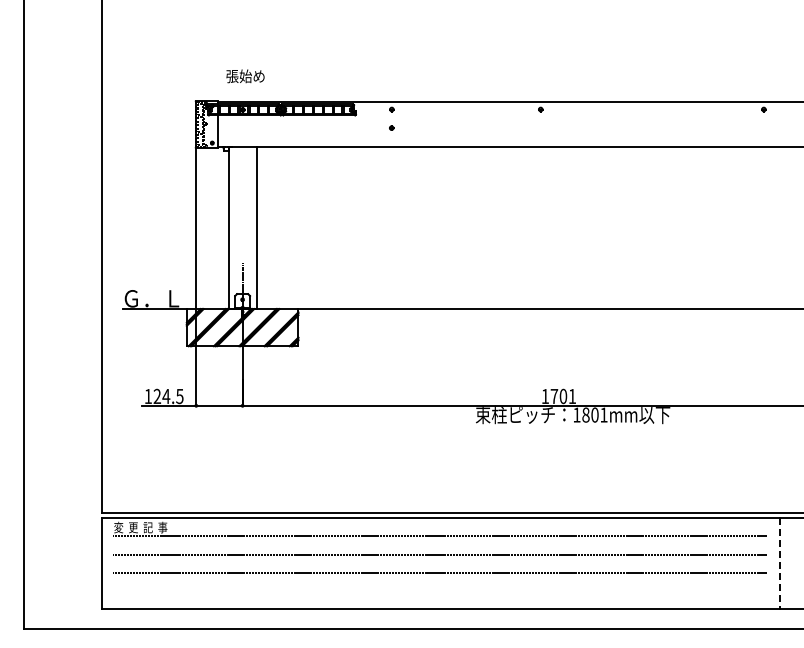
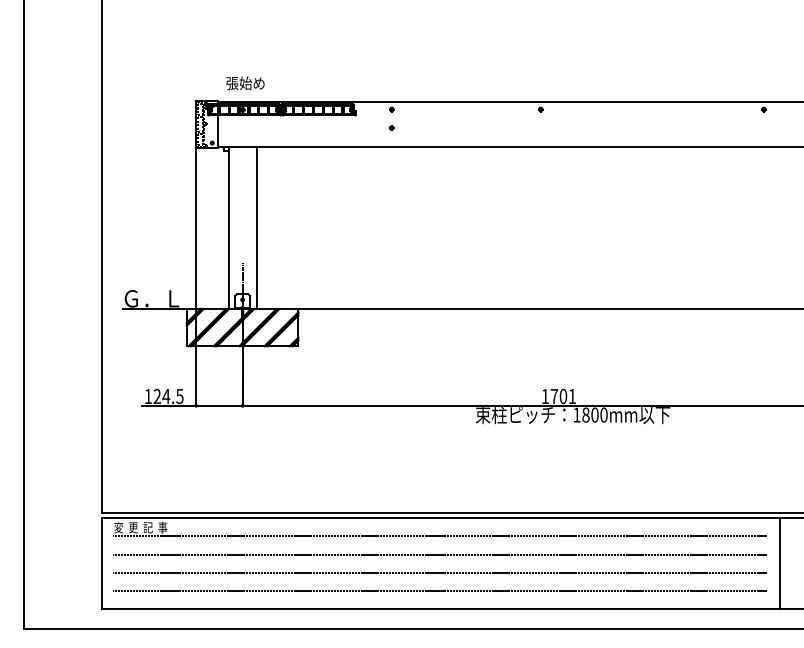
text at (245, 76) position: (245, 76) -> (245, 83)
text at (603, 414): 1801mm -> 1800mm
line at (779, 563): dashed -> solid
line at (439, 591): none -> present
